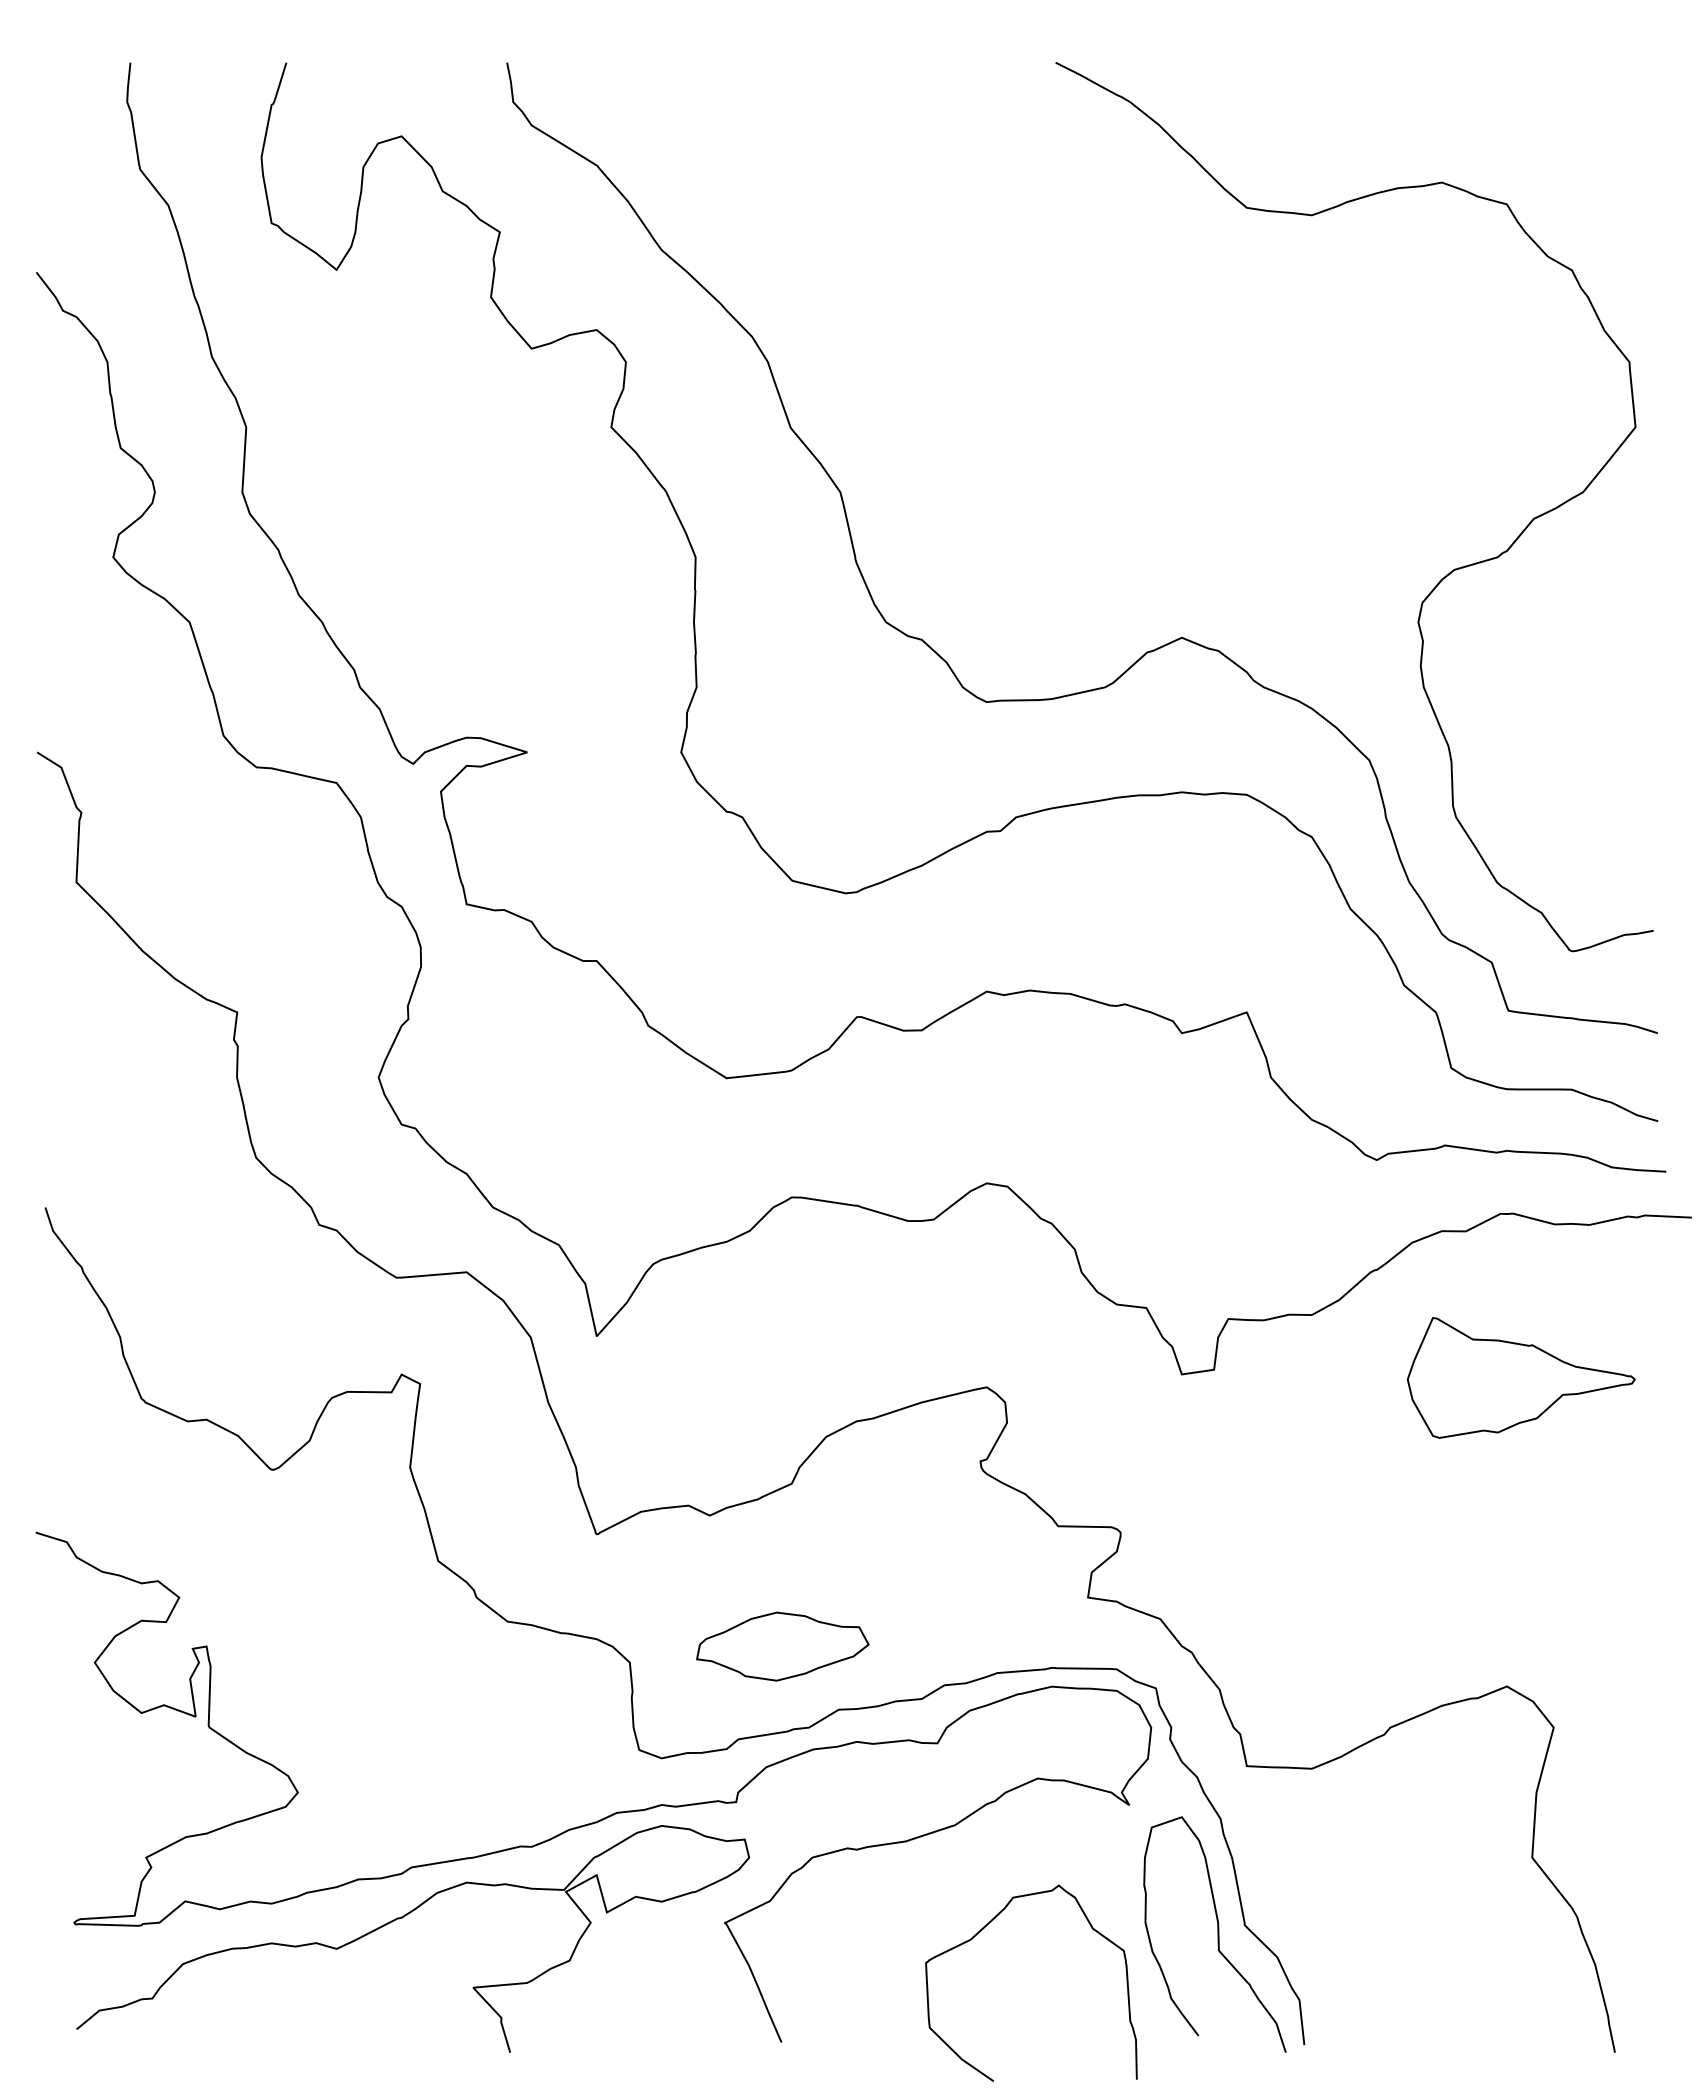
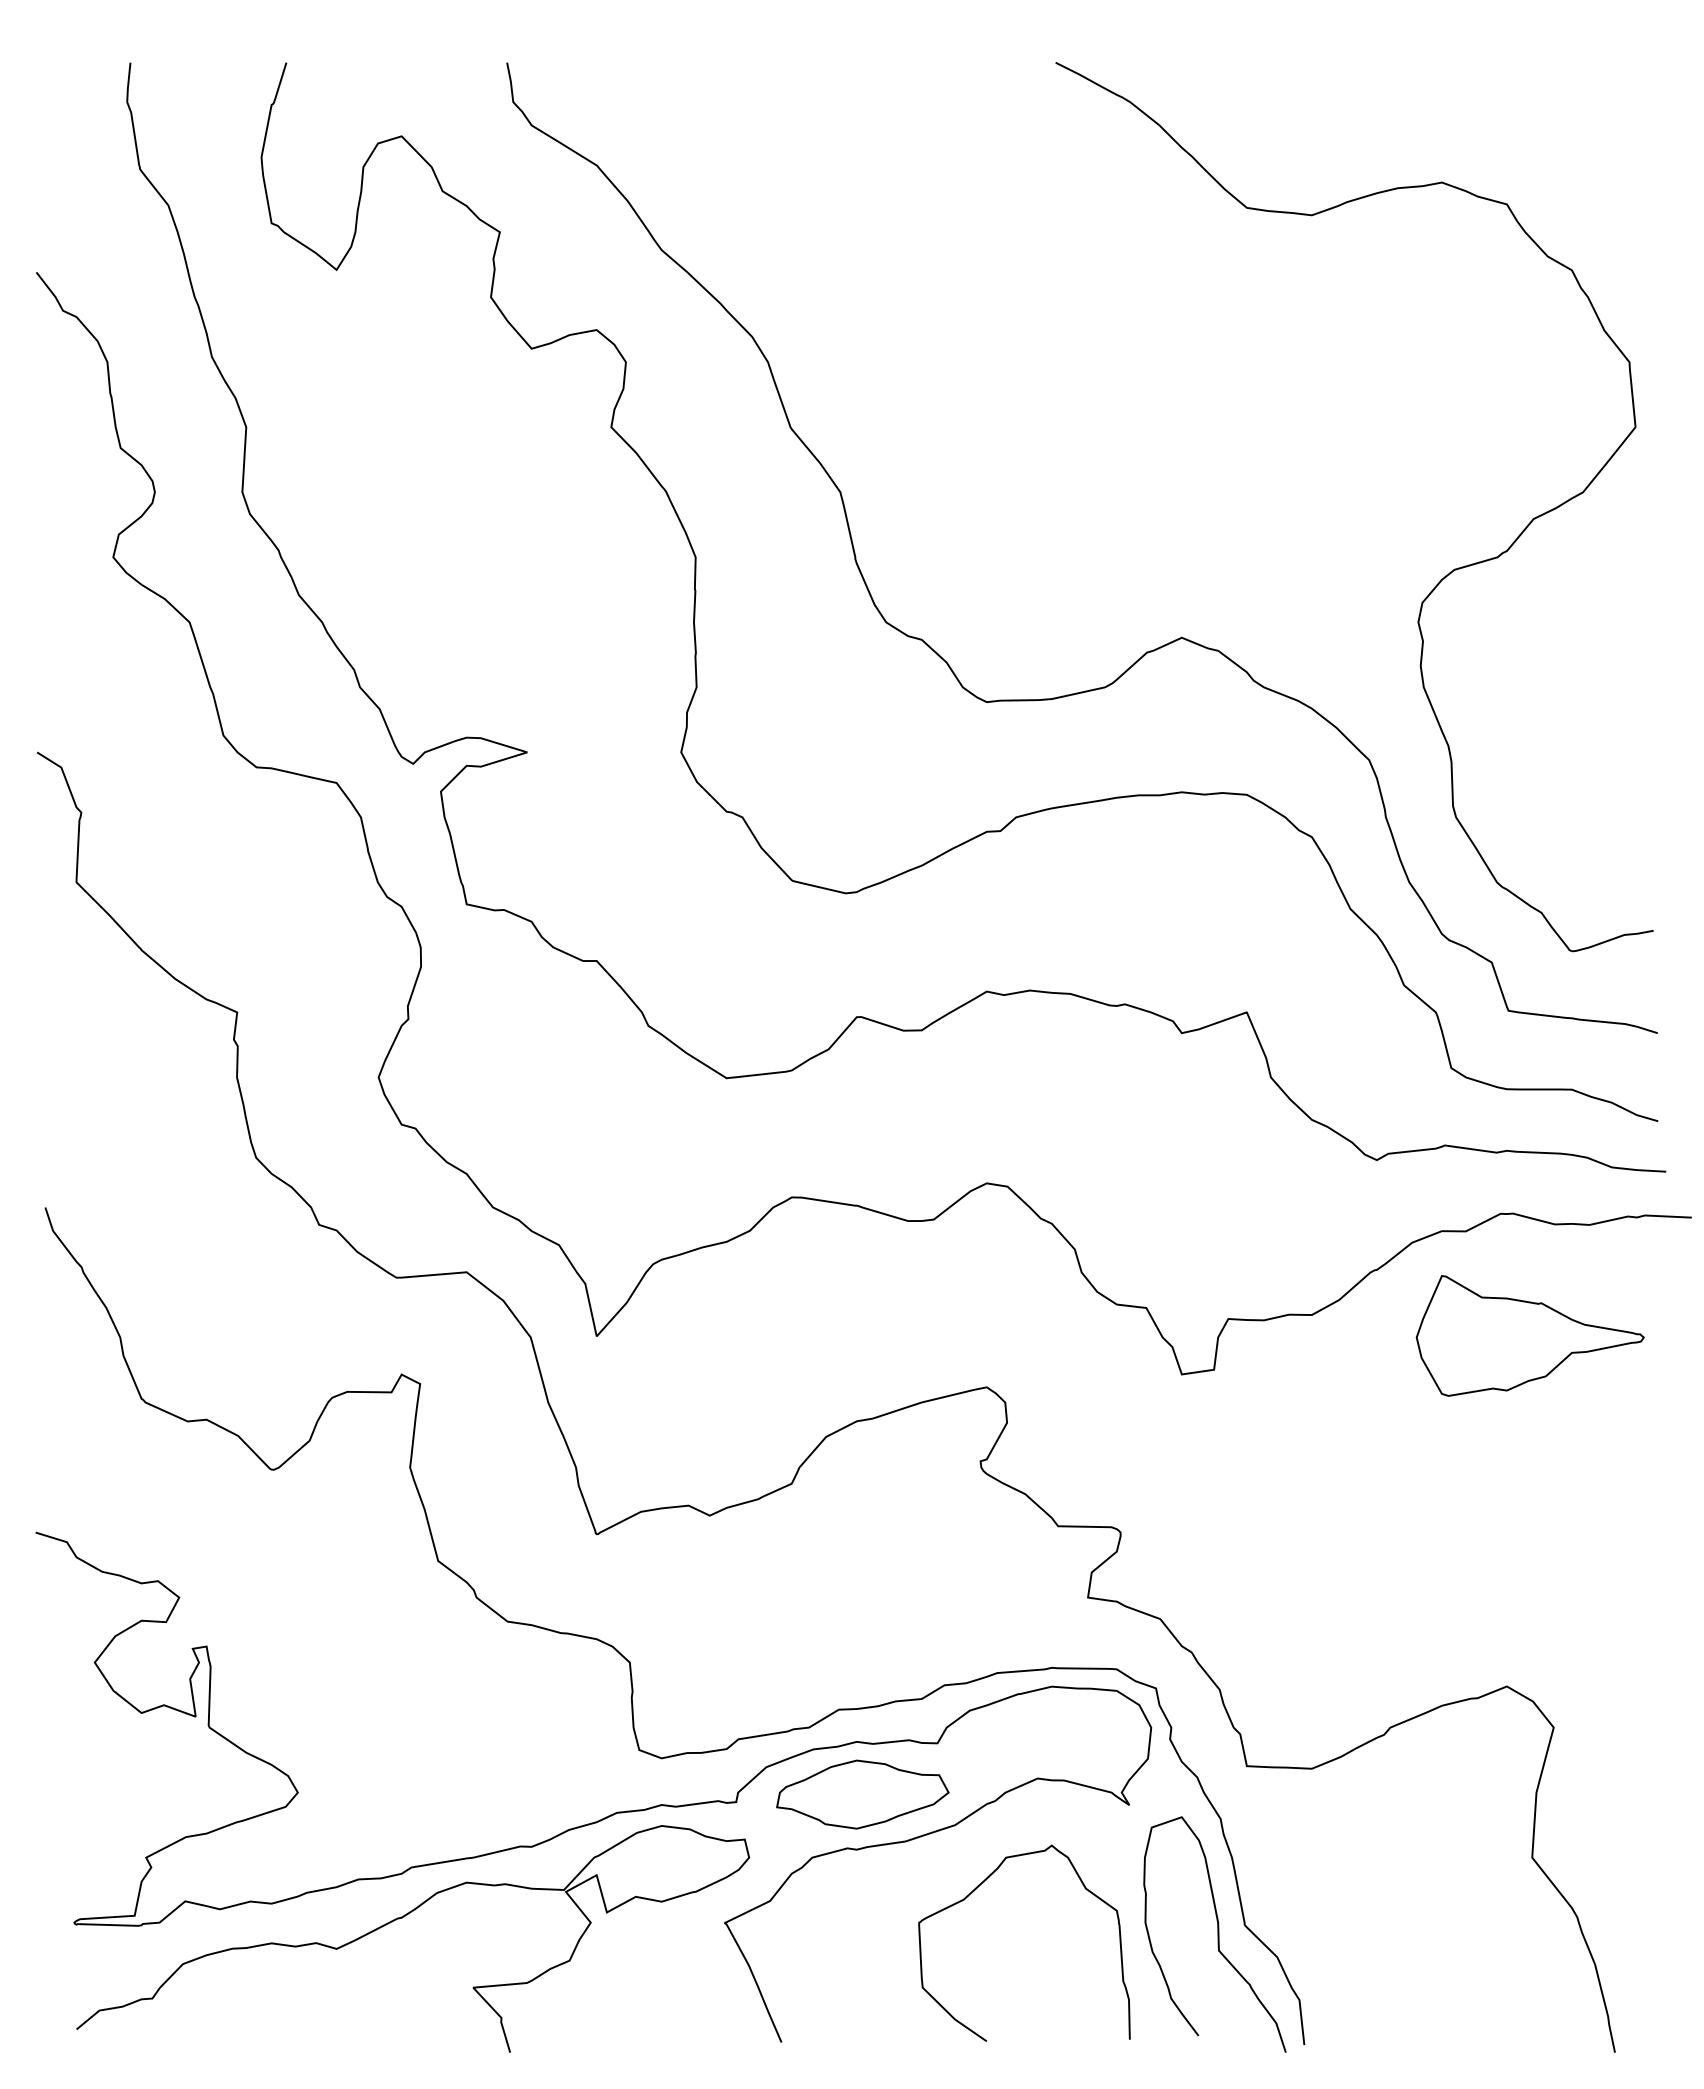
part at (1520, 1377) position: (1520, 1377) -> (1529, 1335)
part at (782, 1646) position: (782, 1646) -> (862, 1794)
curve at (981, 1931) position: (981, 1931) -> (974, 1891)
